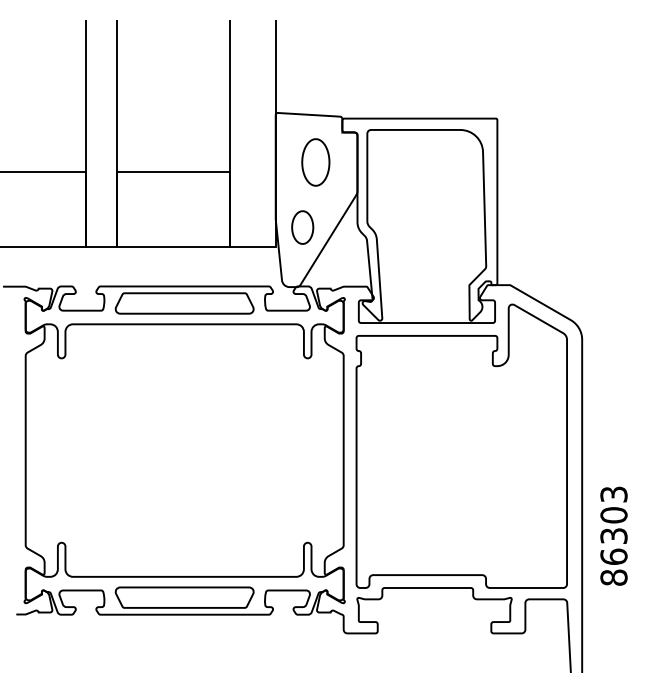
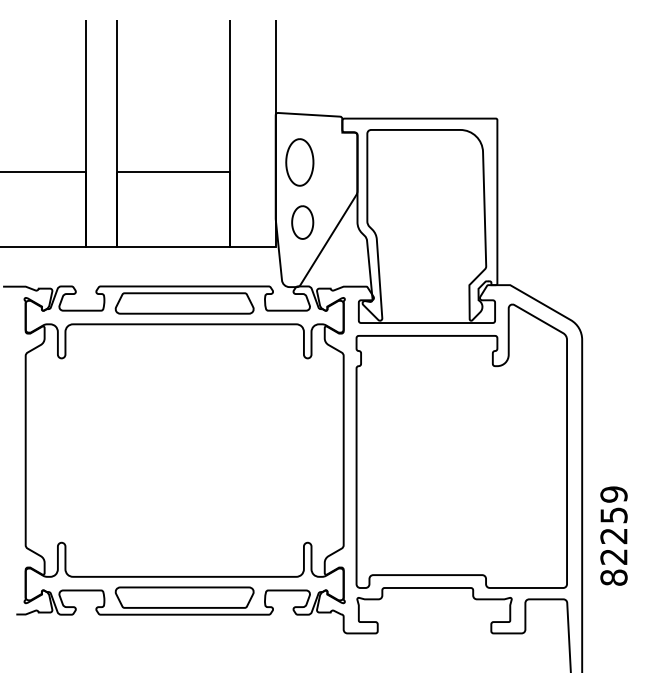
part at (315, 162) position: (315, 162) -> (299, 162)
part at (302, 227) position: (302, 227) -> (302, 222)
text at (613, 525): 86303 -> 82259
